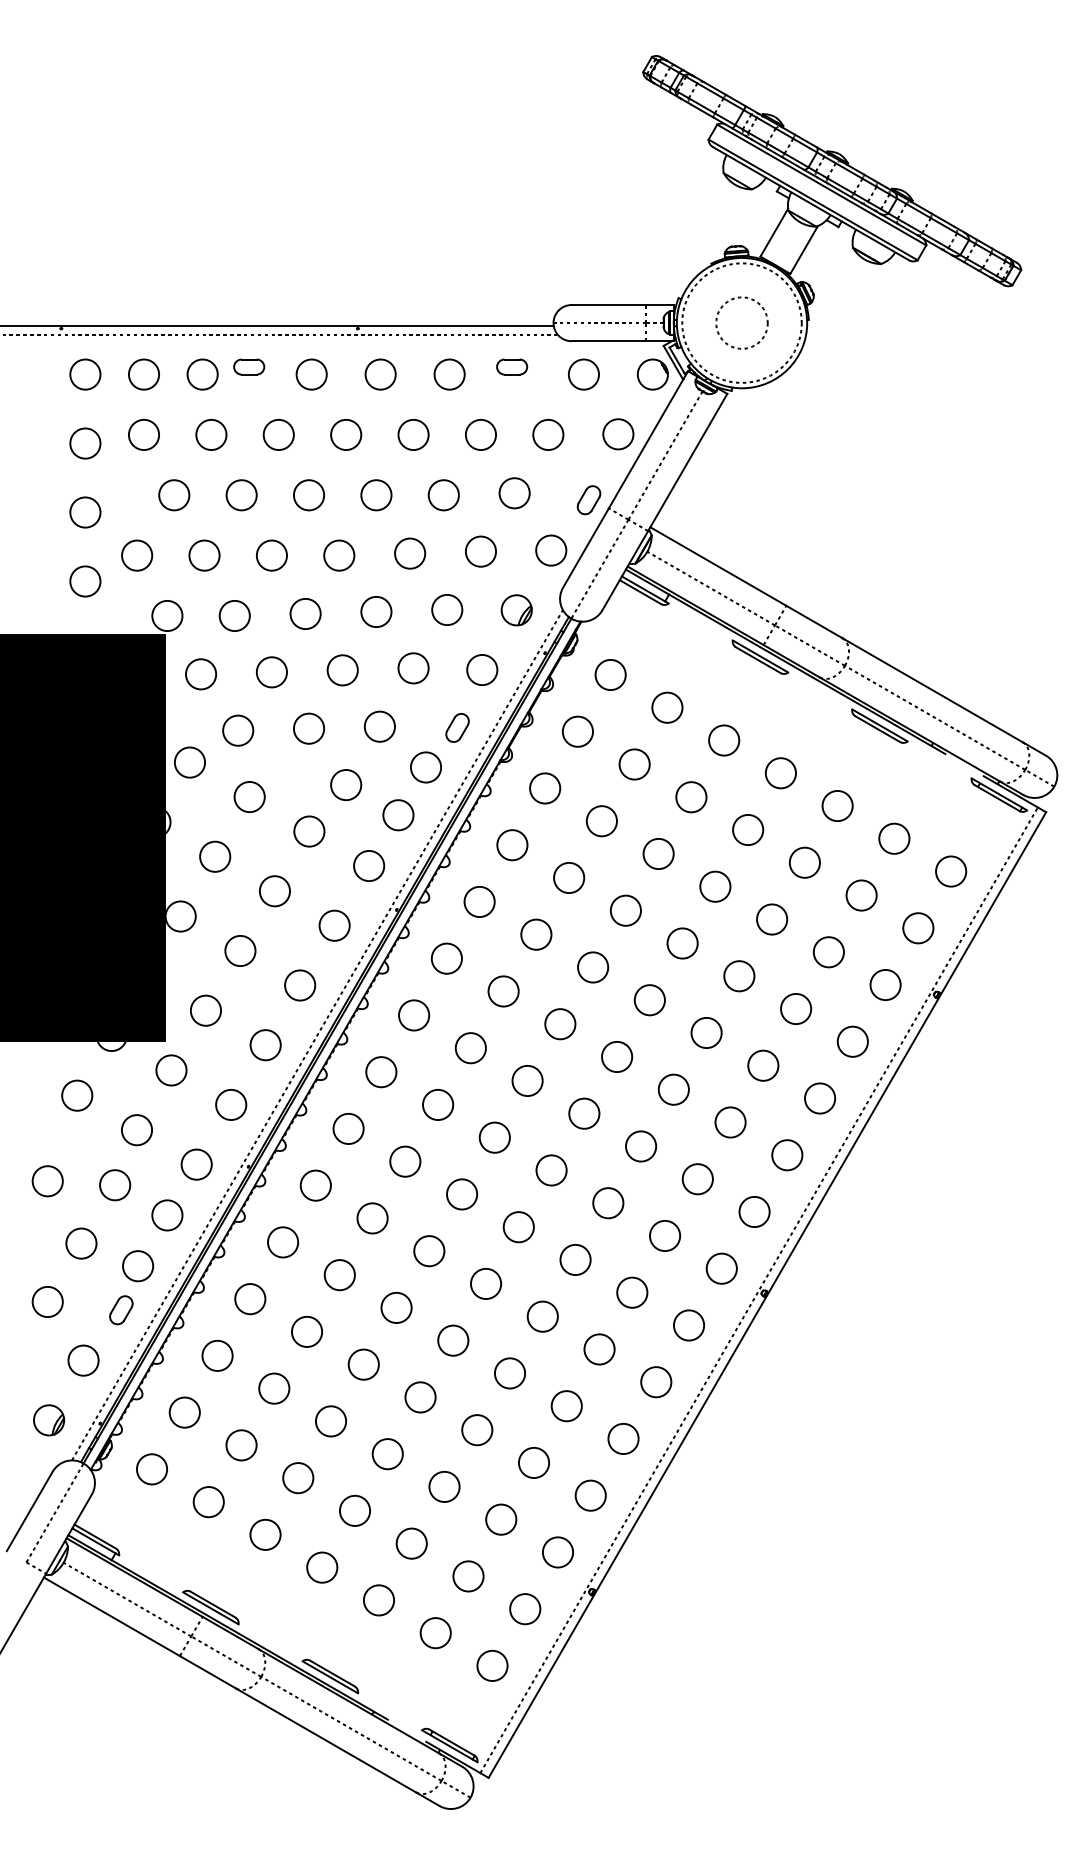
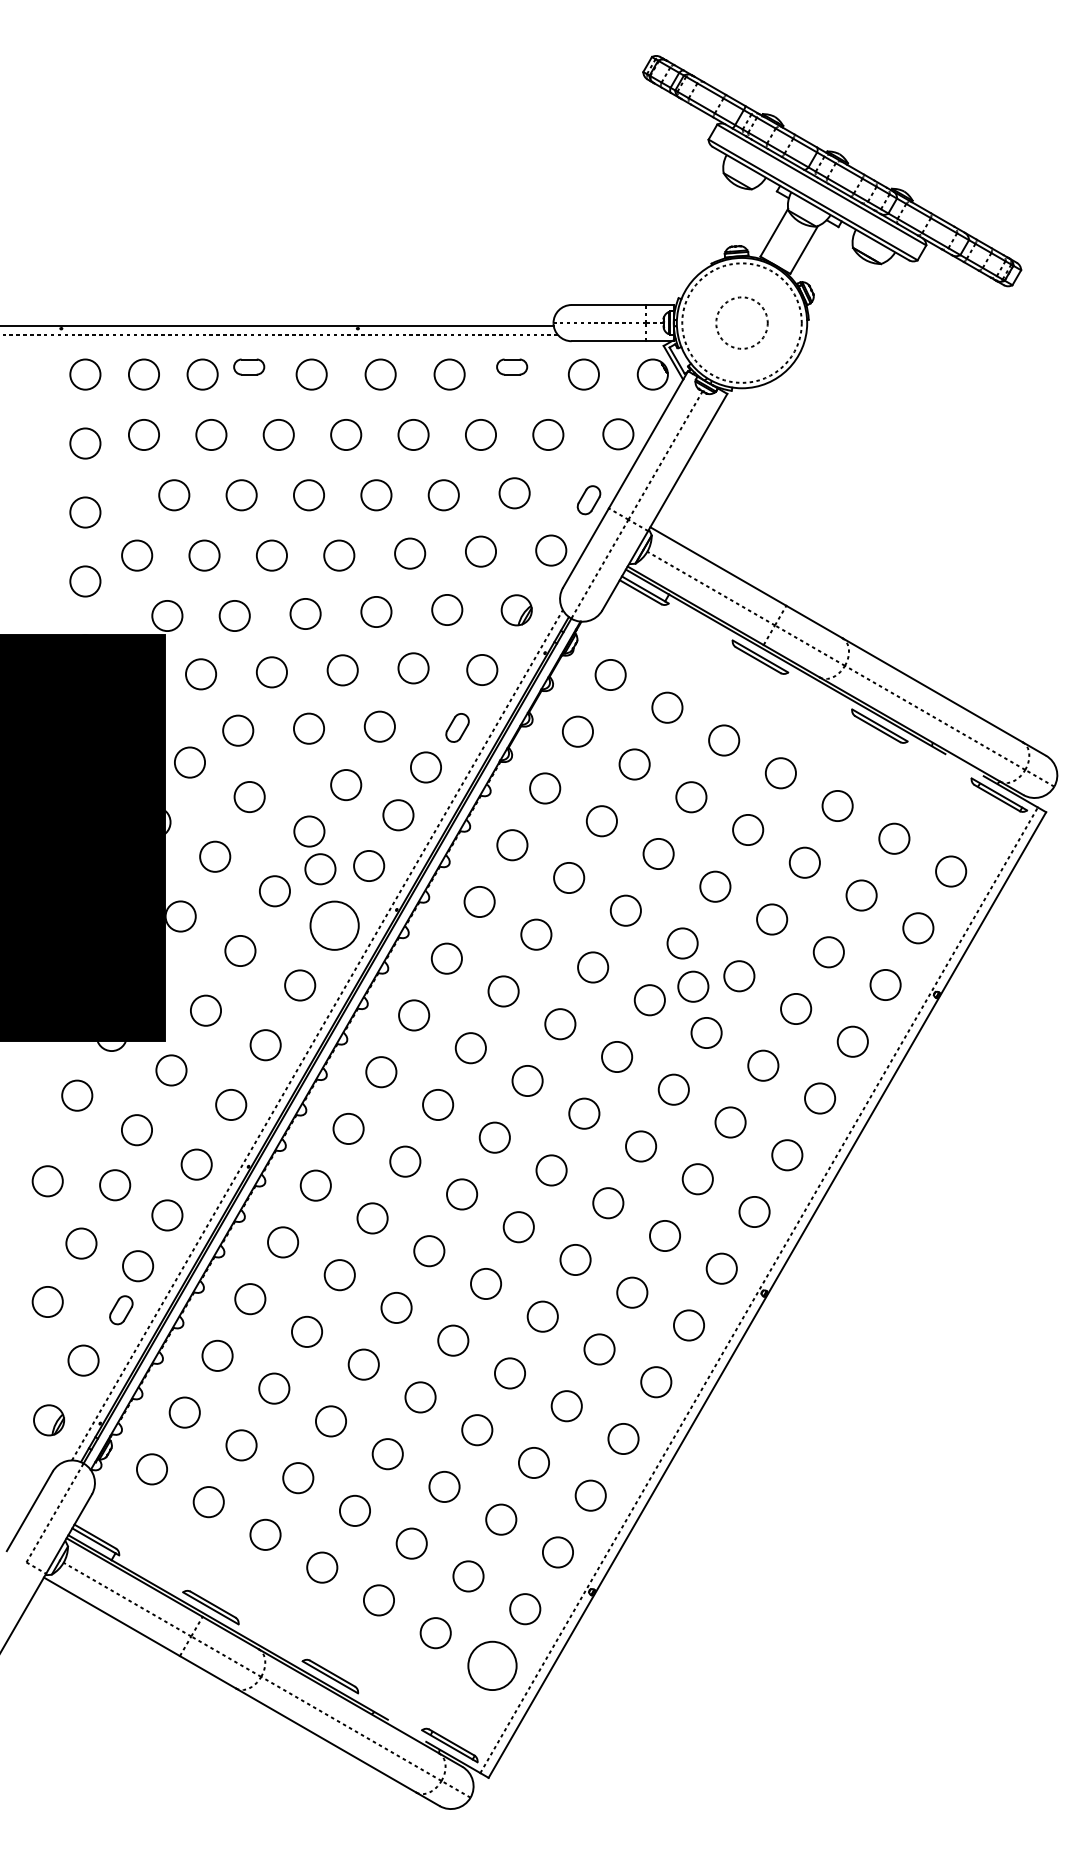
circle at (320, 869): none -> present
circle at (334, 925) diameter: 30 px -> 48 px
circle at (693, 986): none -> present
circle at (492, 1665) diameter: 30 px -> 48 px
